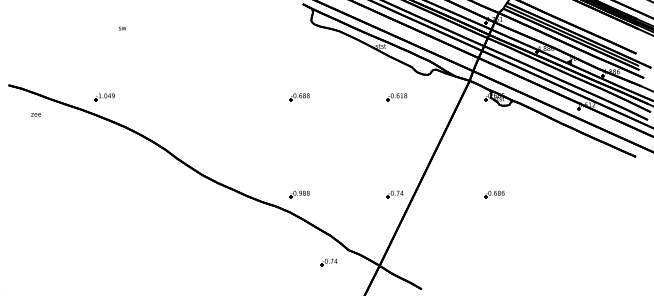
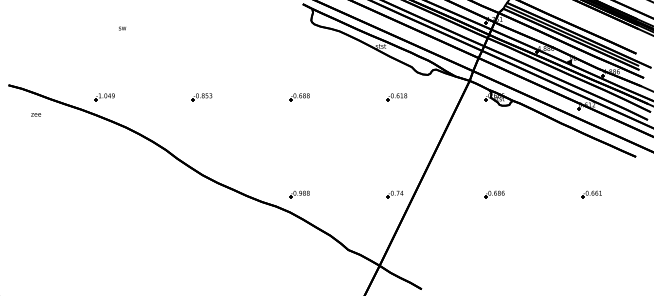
part at (201, 97): none -> present
part at (591, 194): none -> present
part at (328, 262): present -> none
